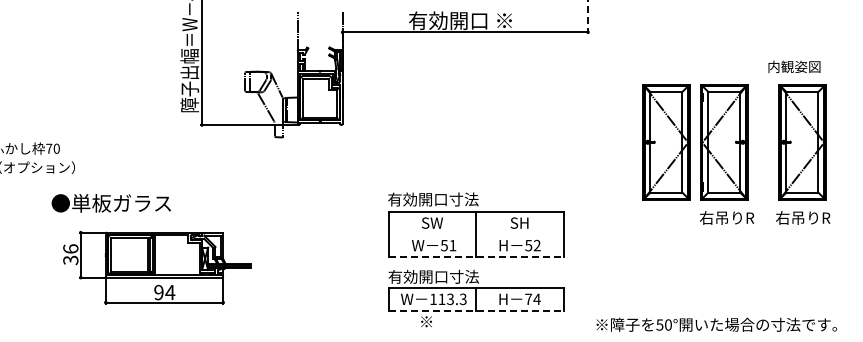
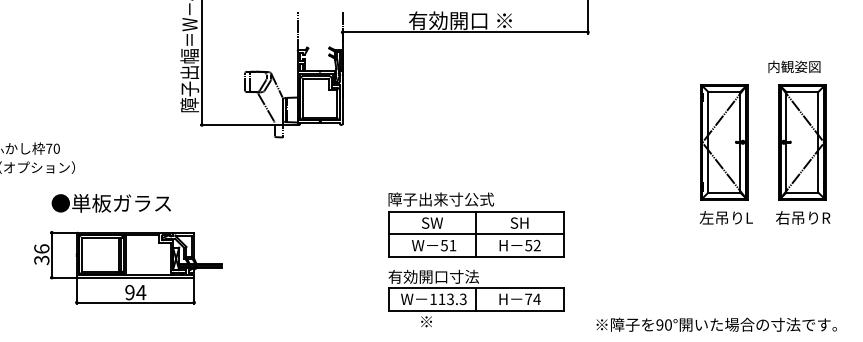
line at (588, 17): dashed -> solid
part at (666, 142): present -> none
text at (441, 199): 有効開口寸法 -> 障子出来寸公式
text at (726, 217): 右吊りR -> 左吊りL
line at (475, 234): none -> present
line at (476, 256): dashed -> solid
part at (157, 267) position: (157, 267) -> (128, 267)
line at (476, 310): dashed -> solid
text at (659, 324): 50° -> 90°
